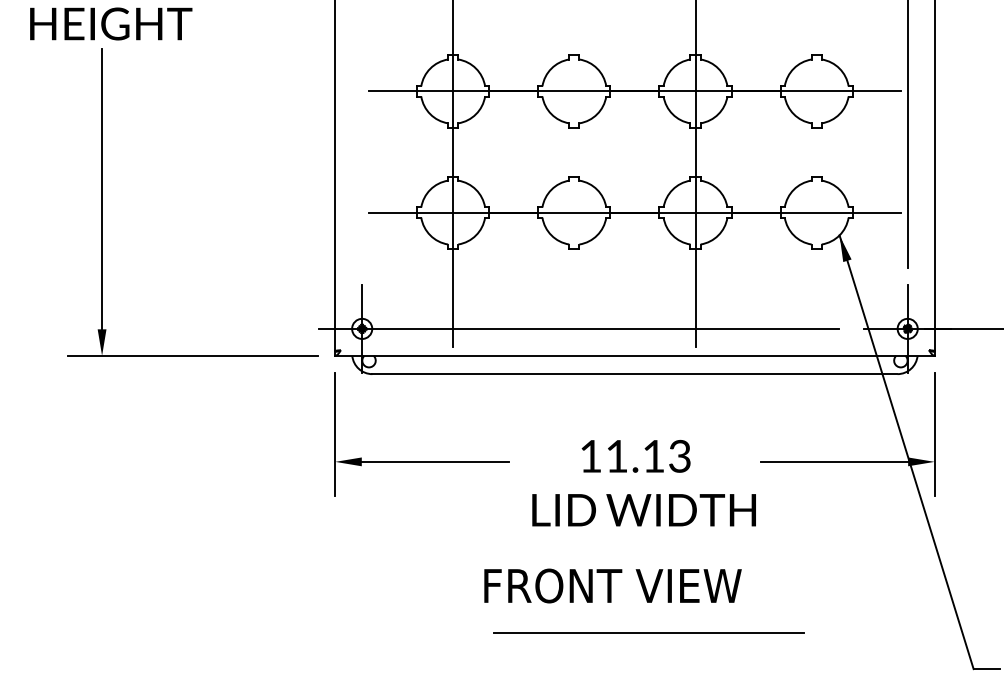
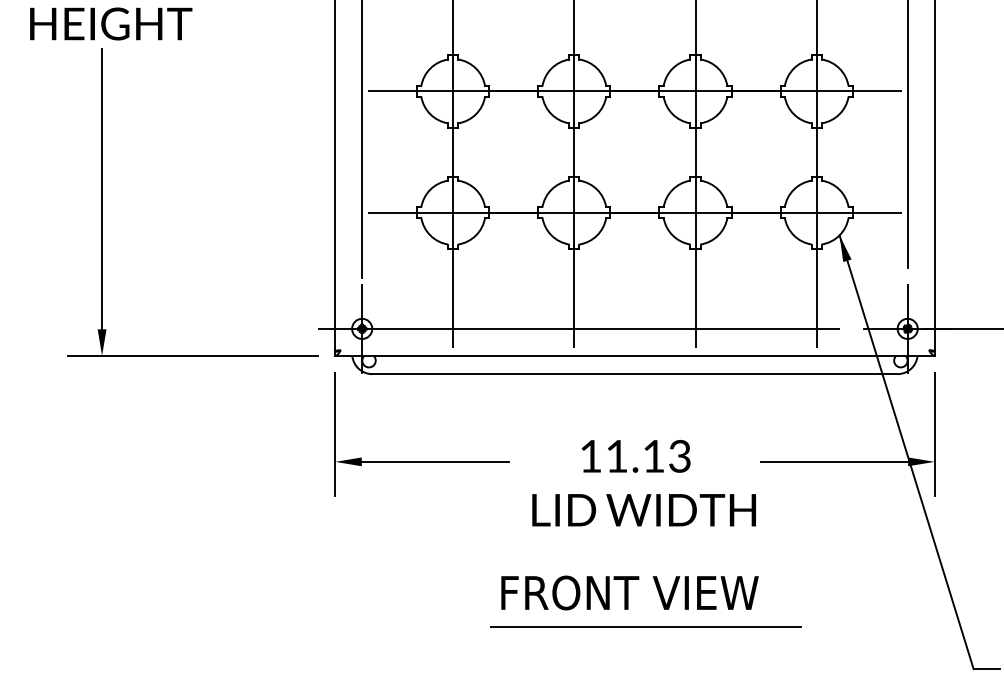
line at (362, 140): none -> present
line at (574, 174): none -> present
line at (816, 174): none -> present
text at (612, 585) position: (612, 585) -> (629, 592)
line at (648, 632) position: (648, 632) -> (645, 626)
